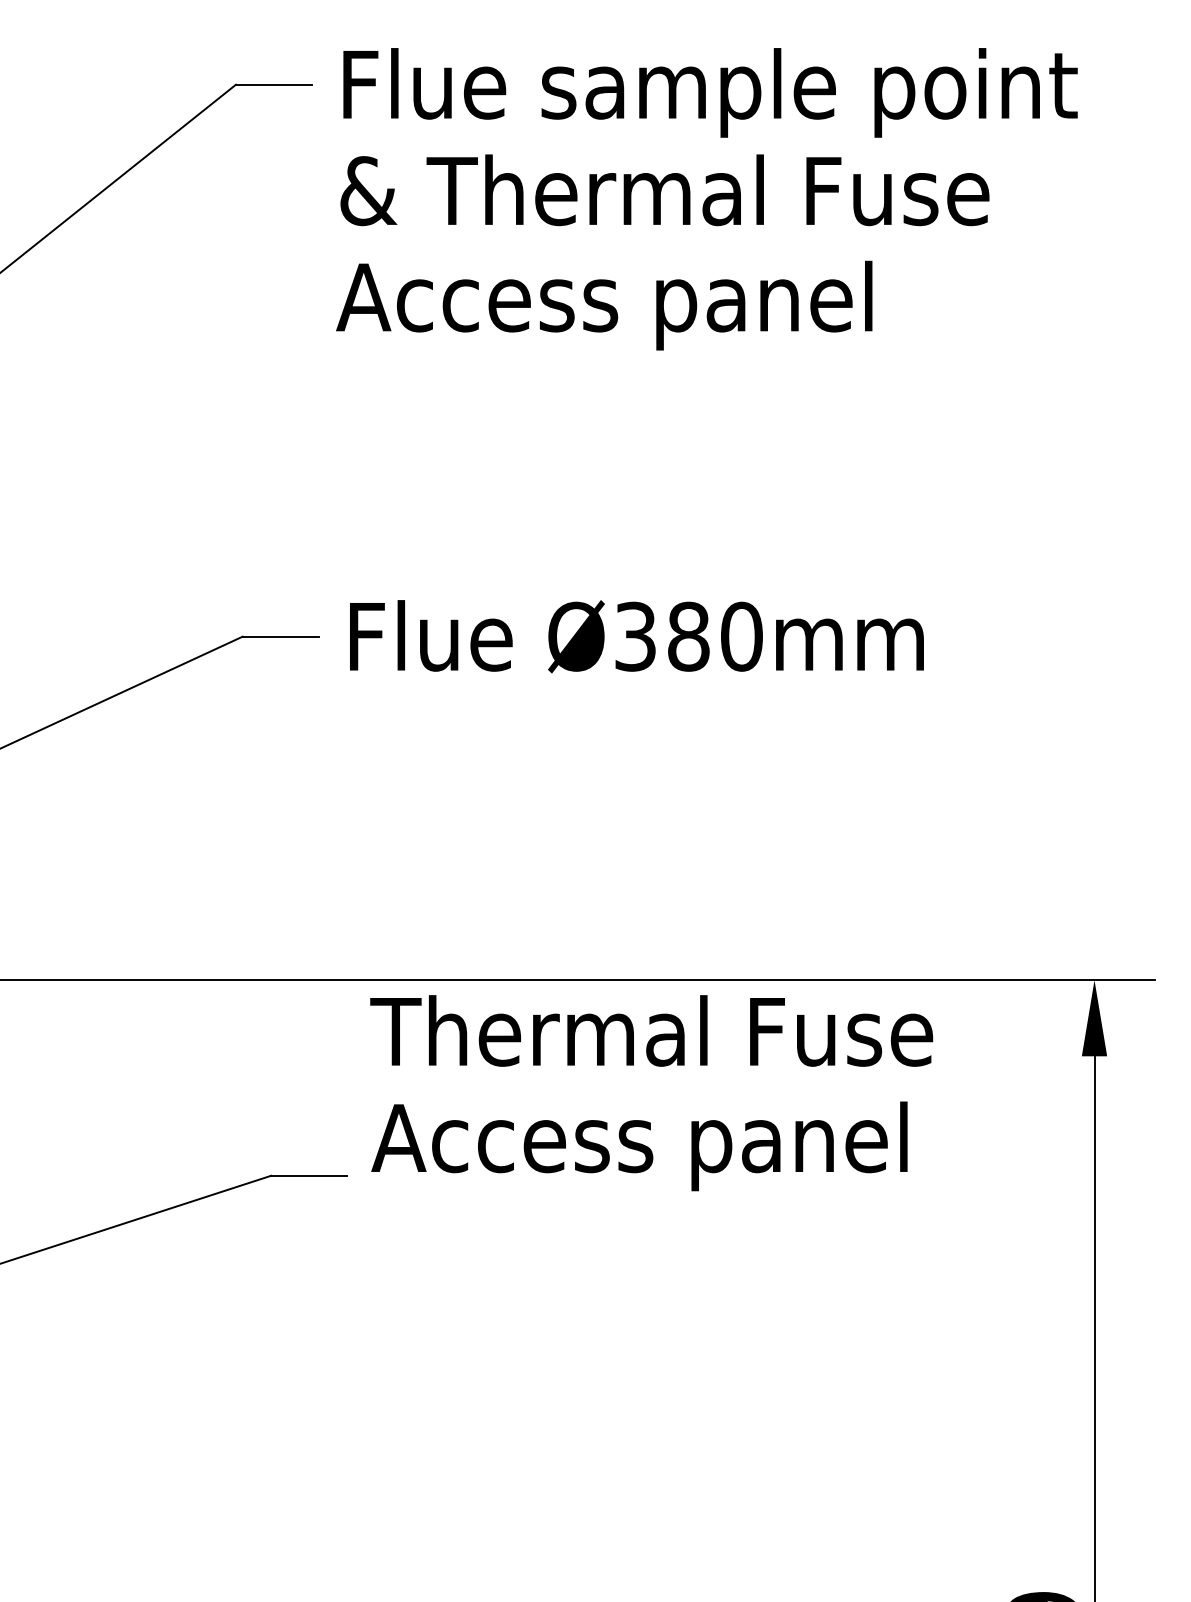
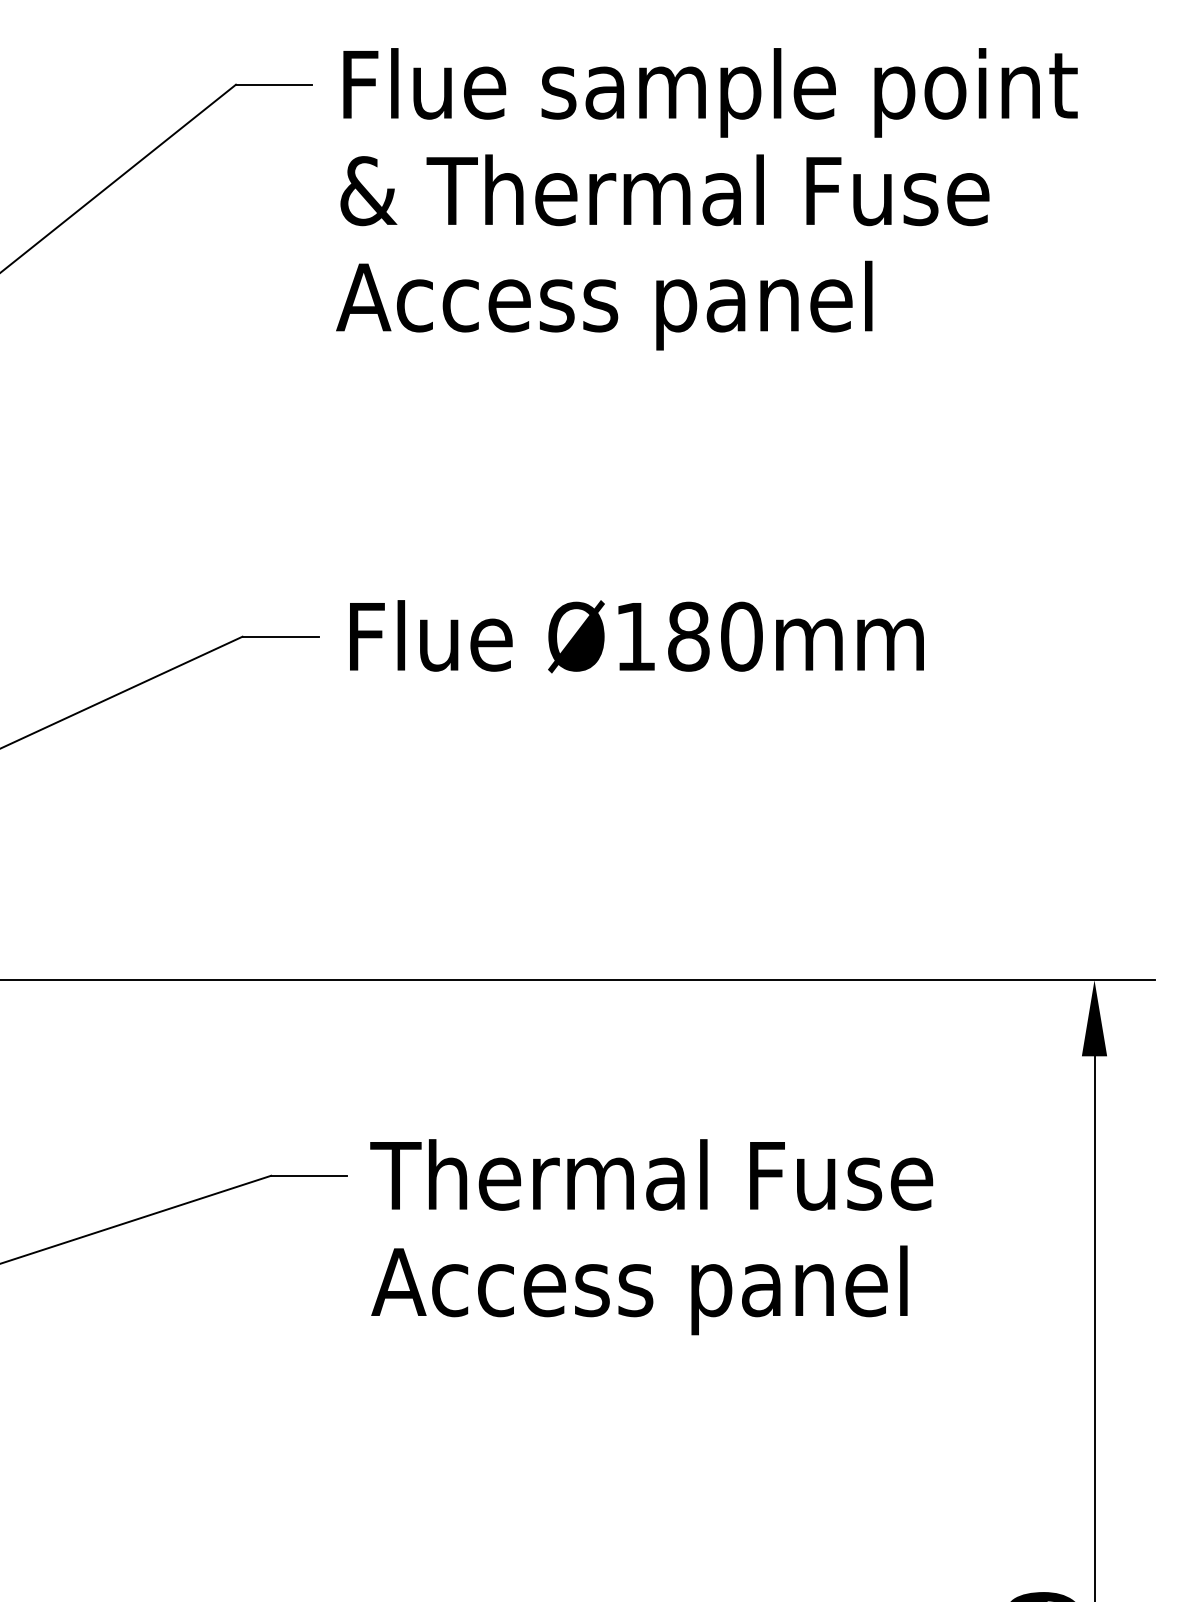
text at (635, 636): Ø380mm -> Ø180mm
text at (651, 1093) position: (651, 1093) -> (651, 1237)
